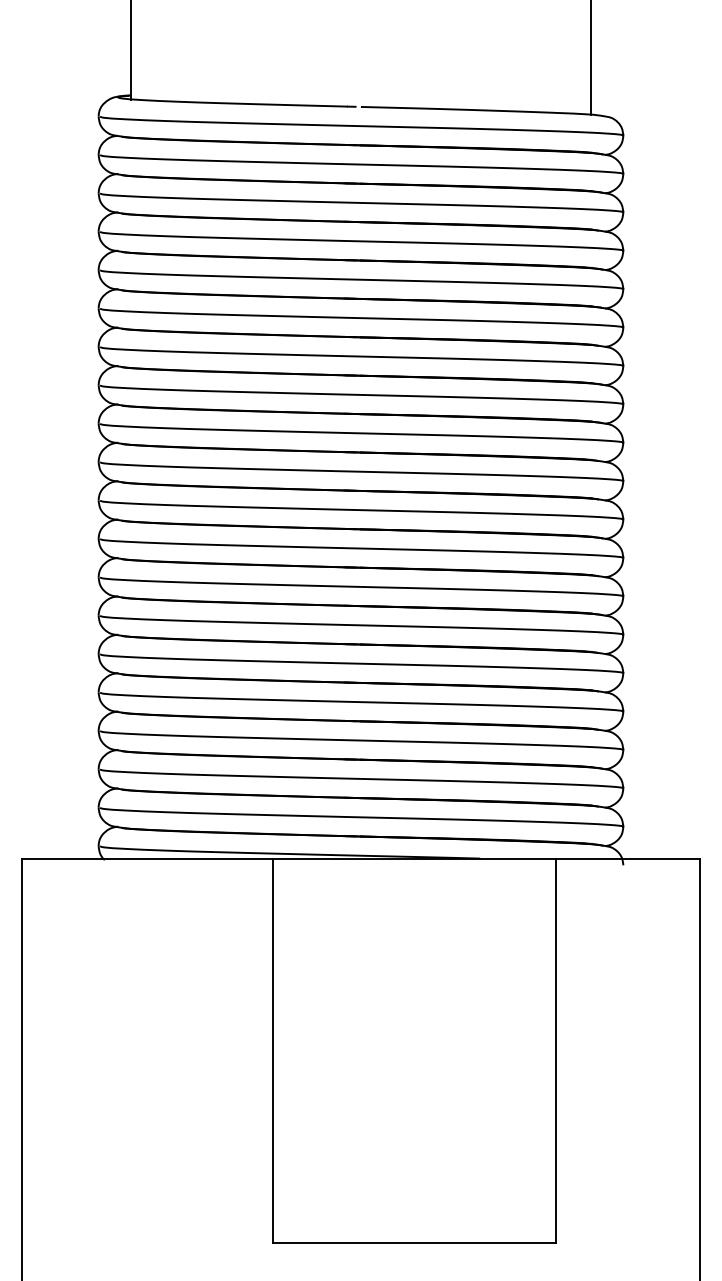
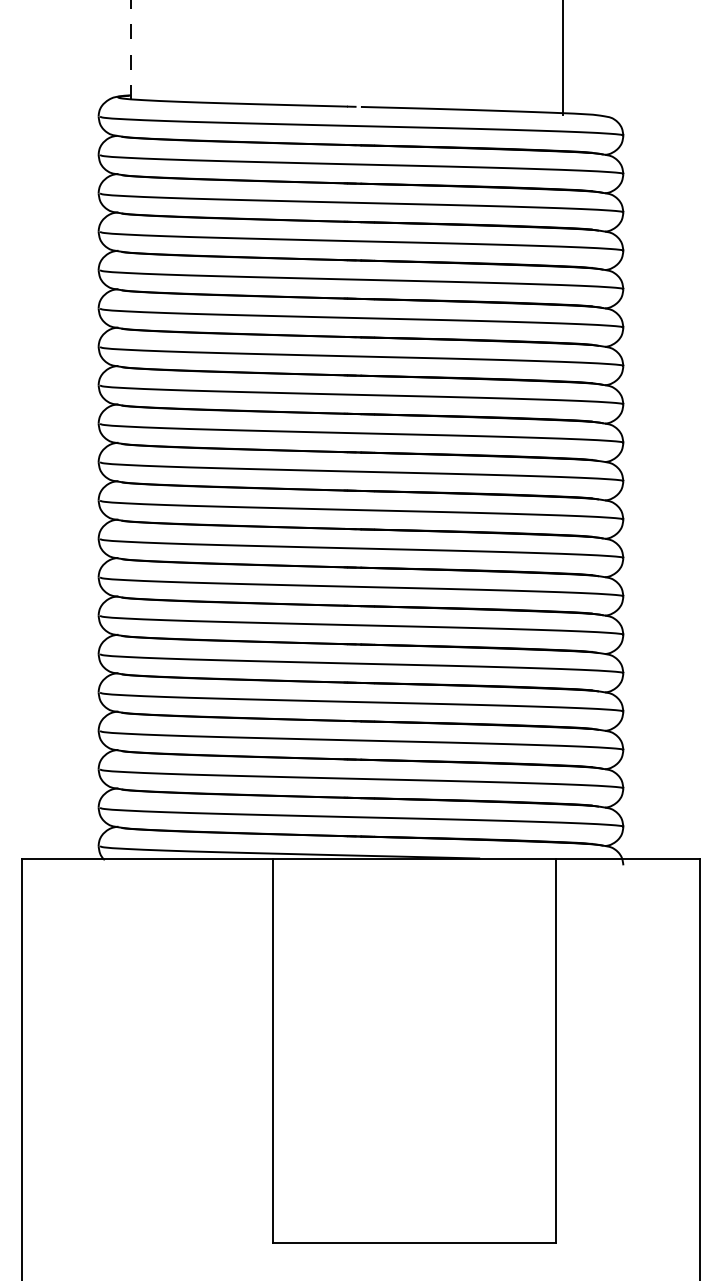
line at (130, 50): solid -> dashed
line at (591, 58) position: (591, 58) -> (563, 58)
